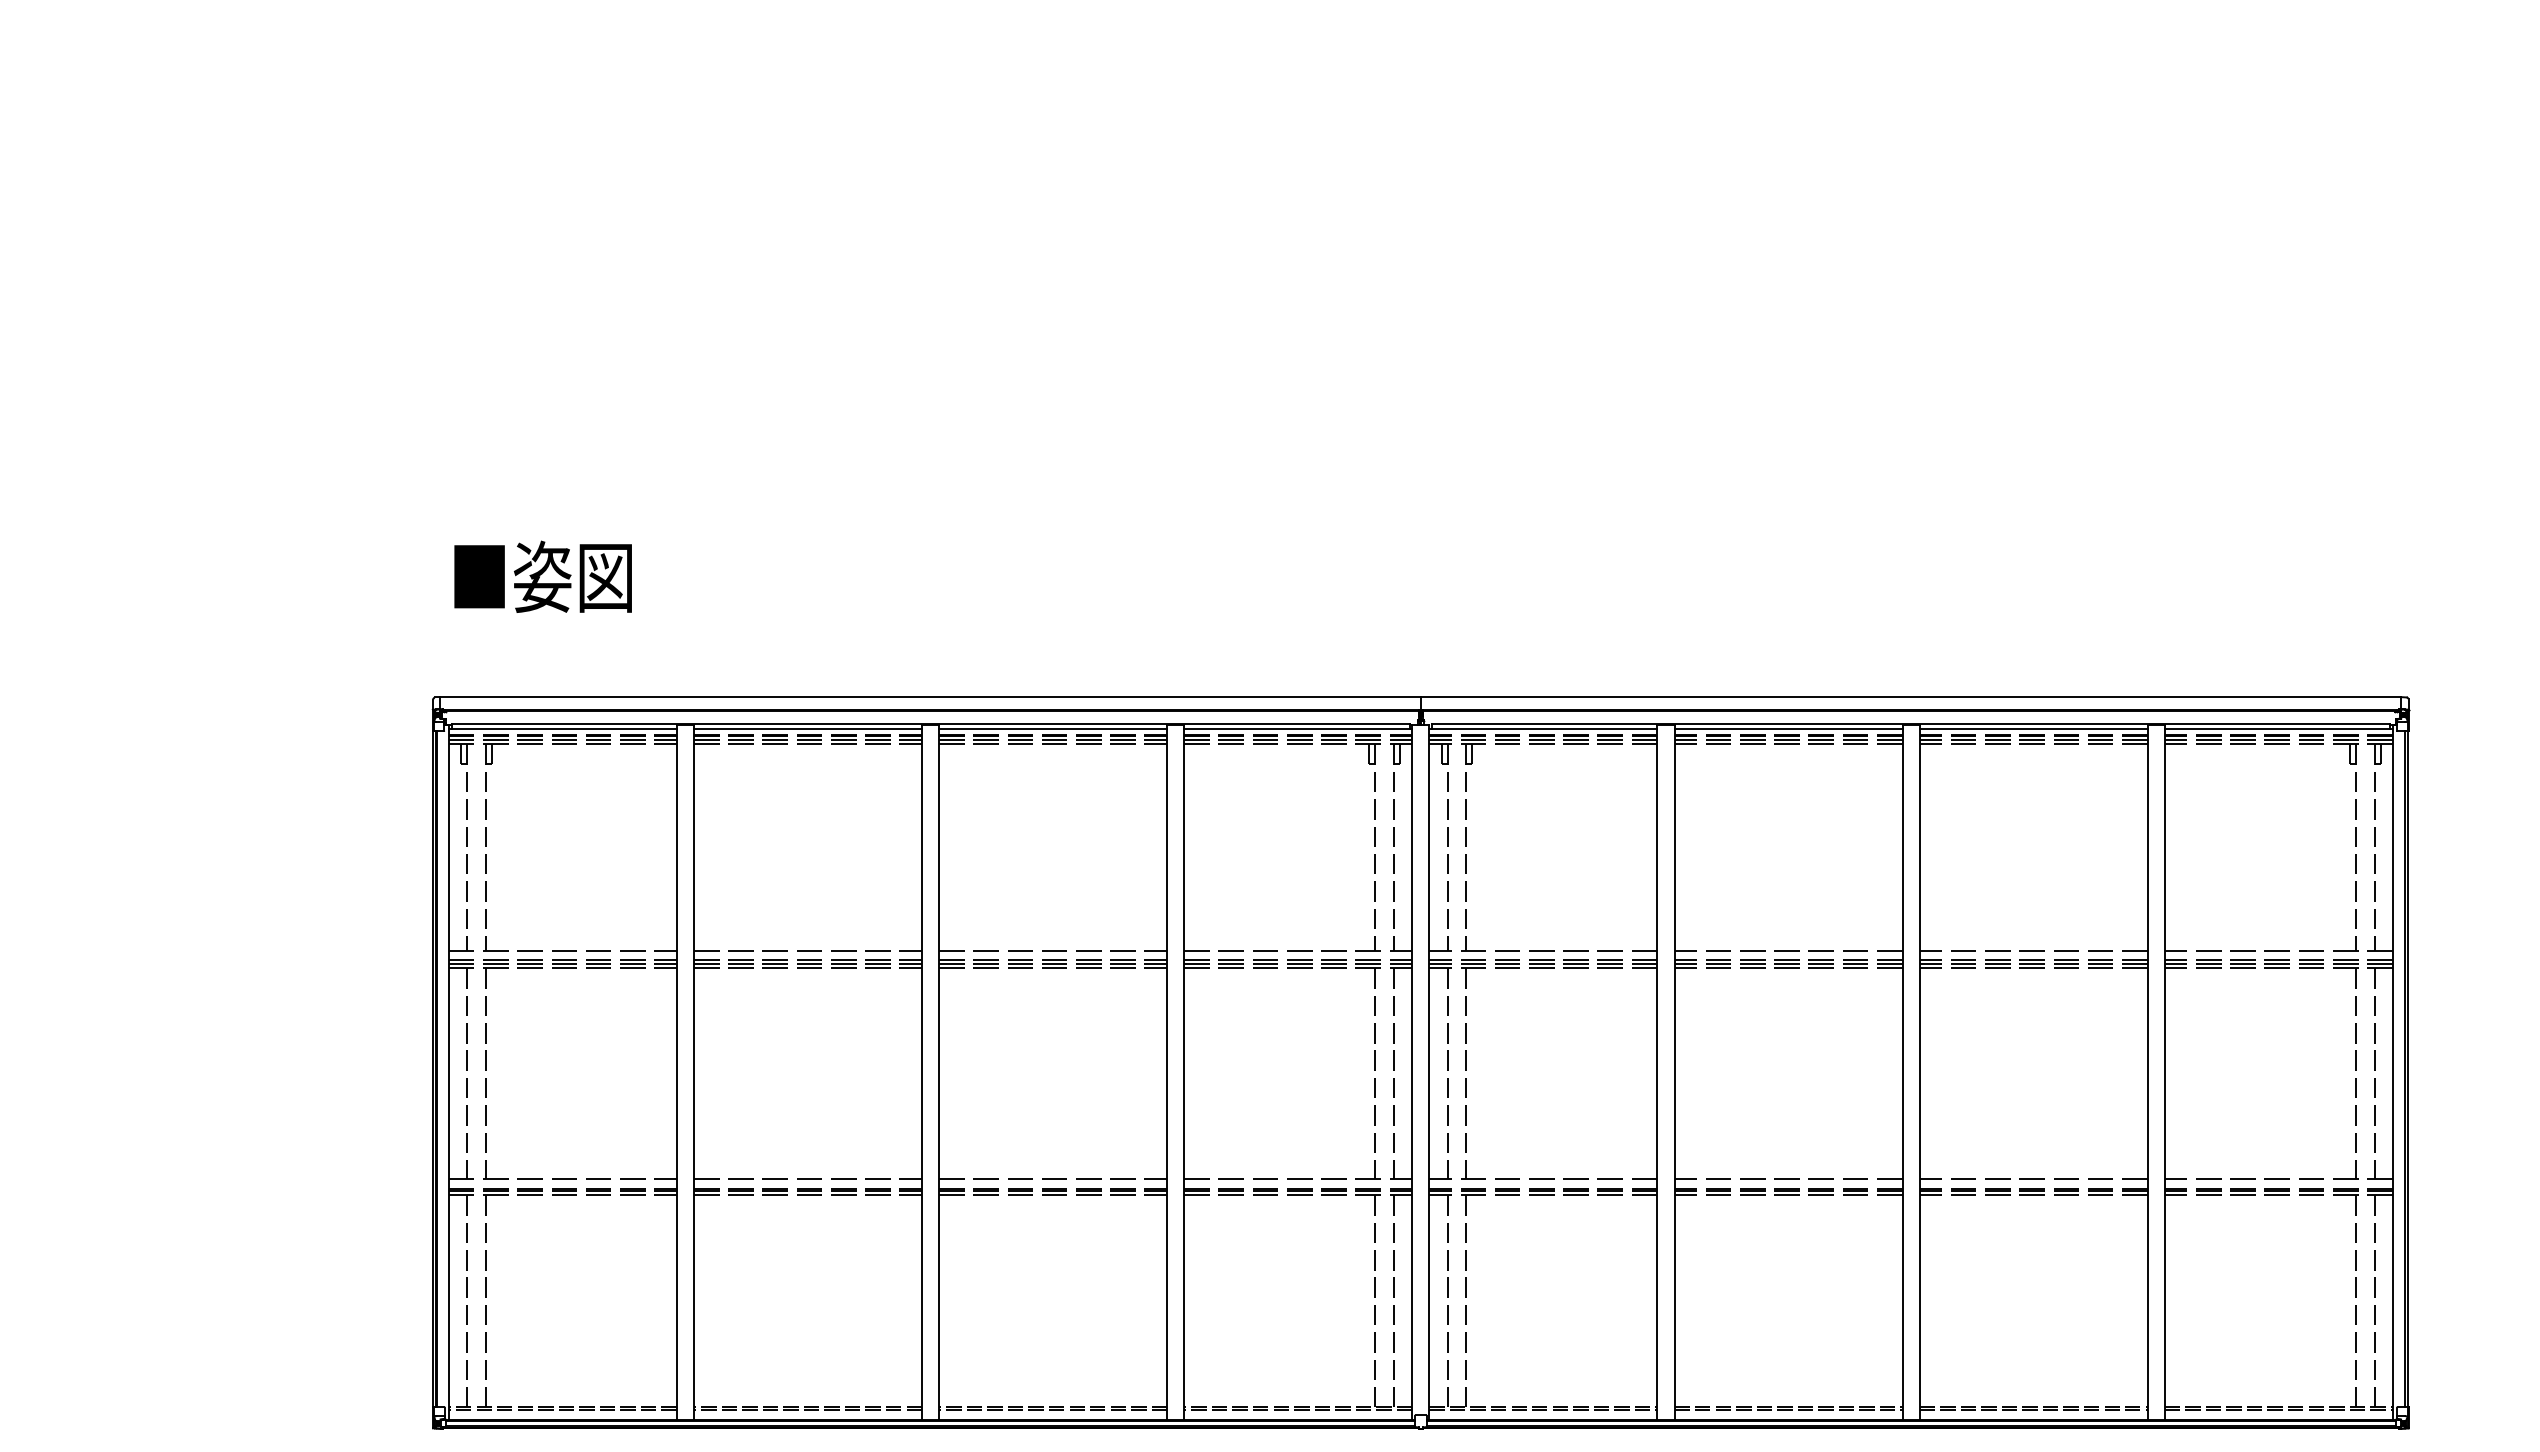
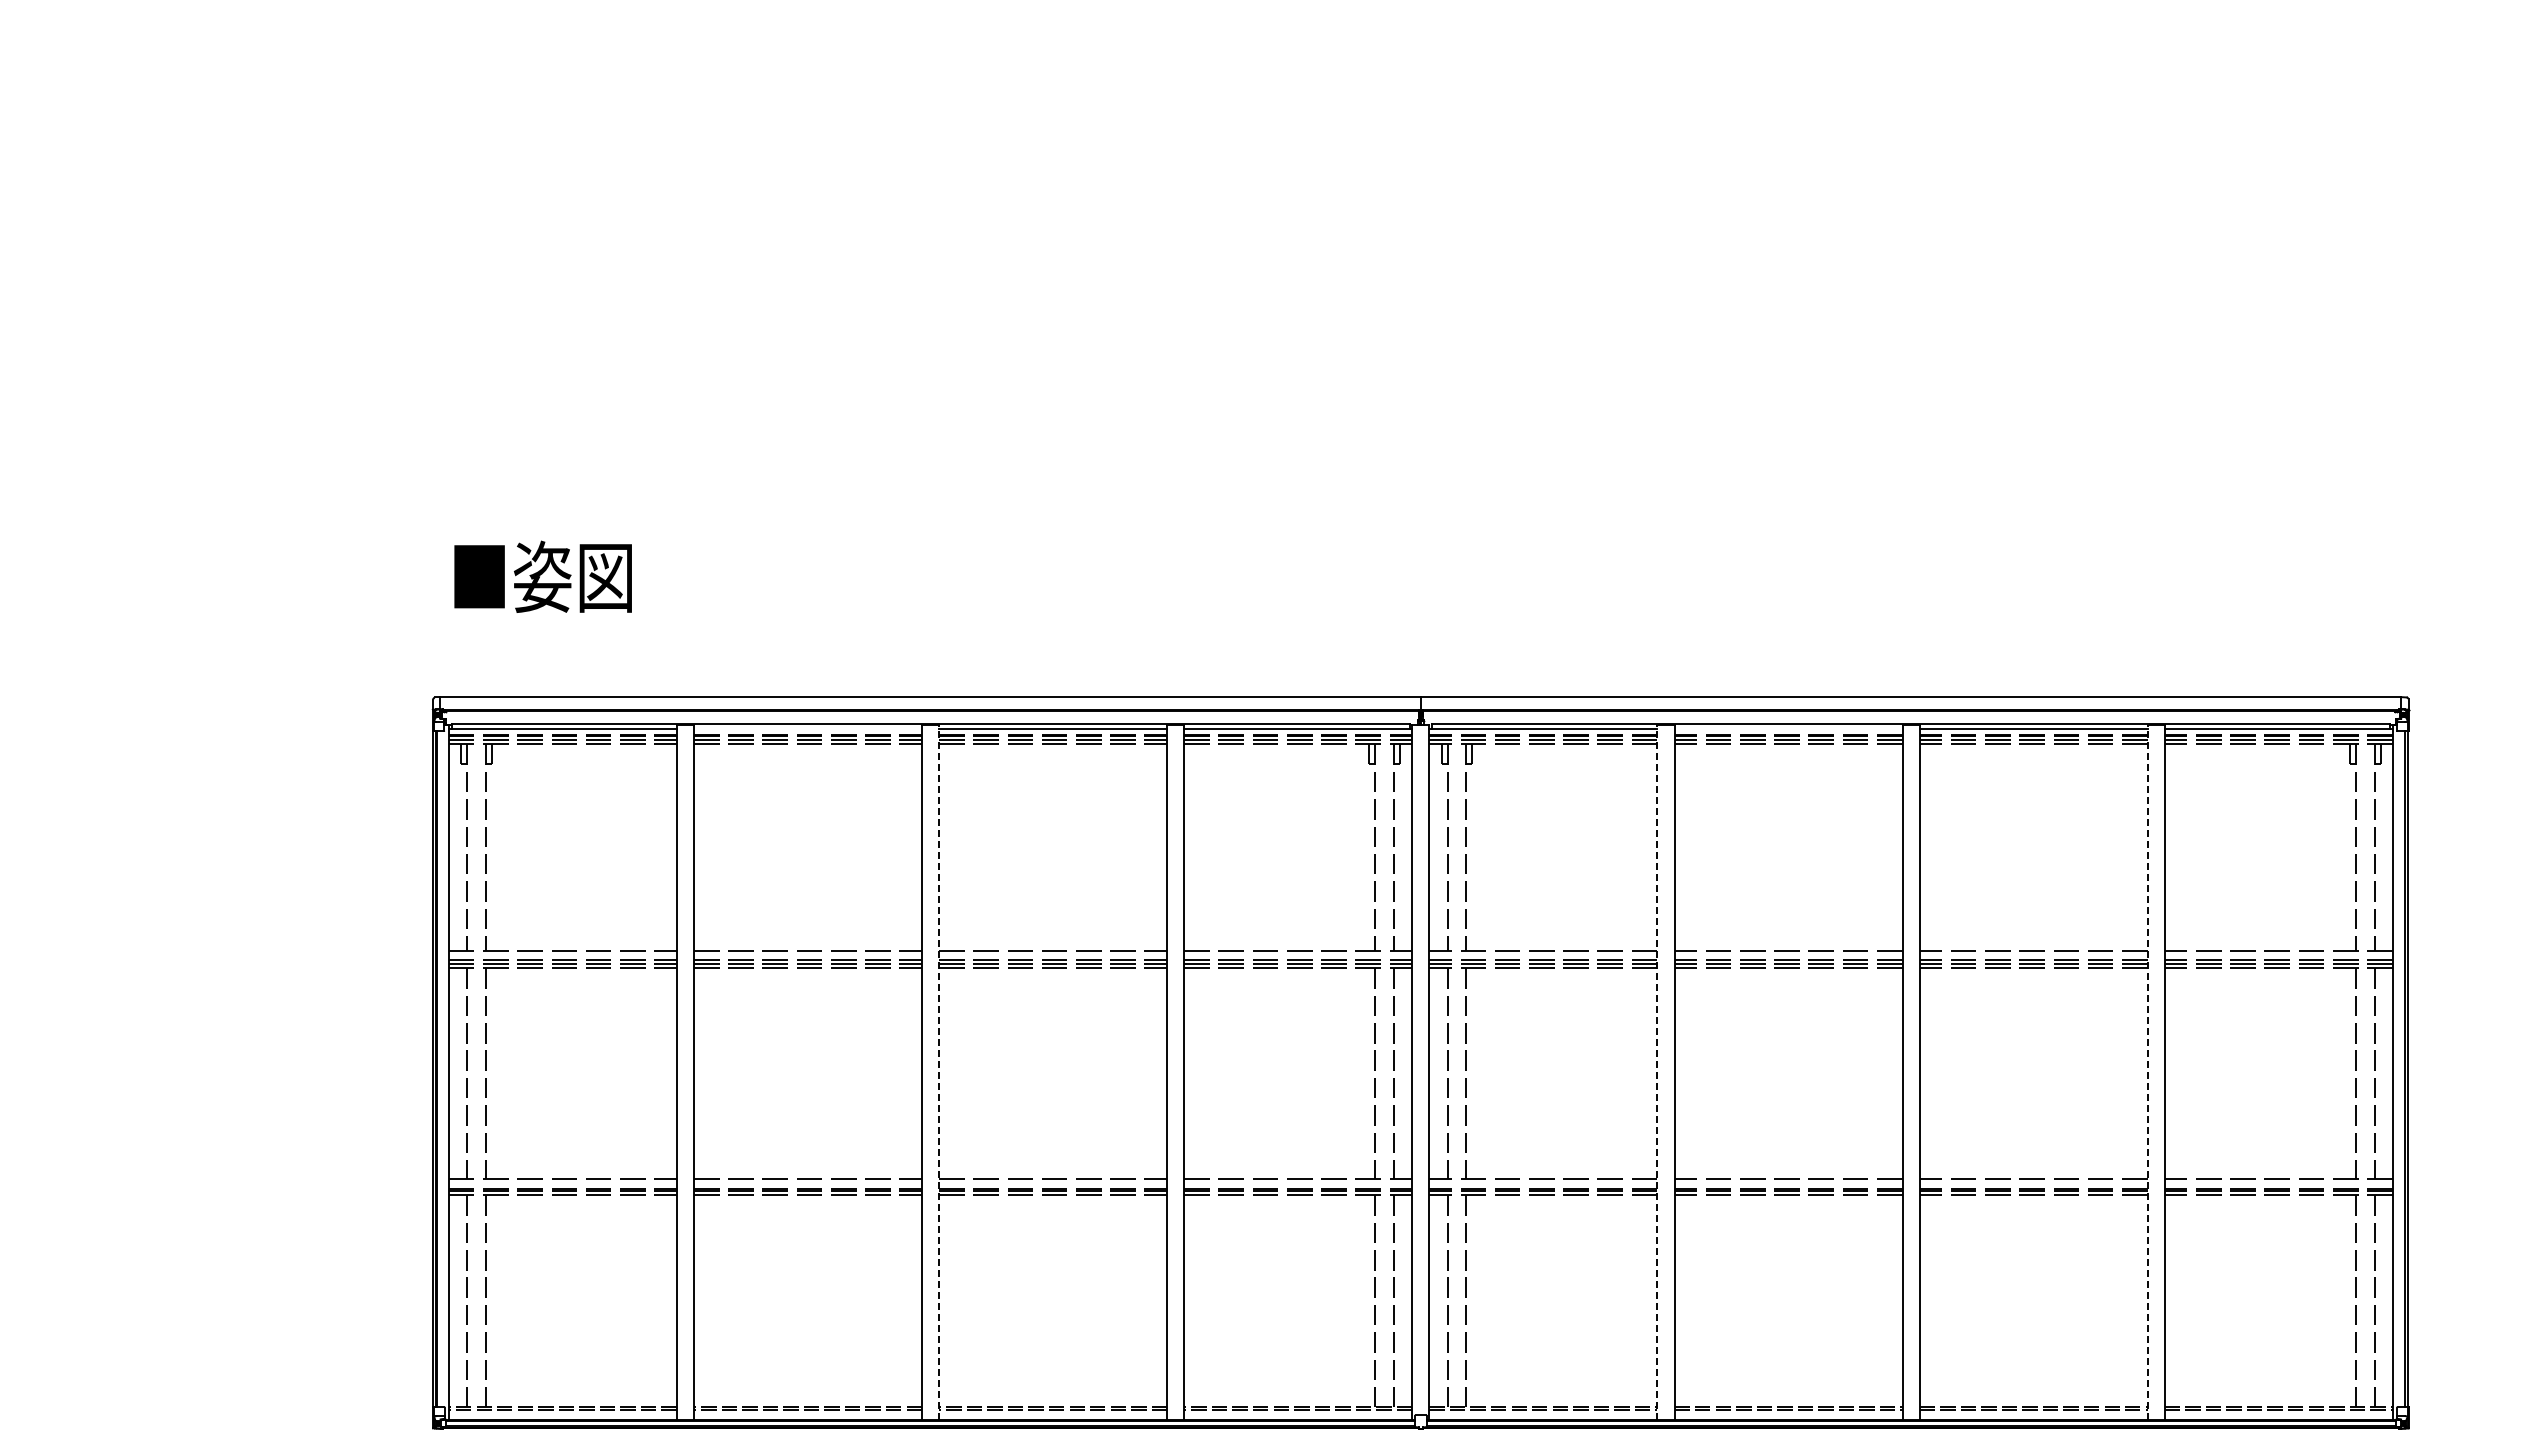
line at (807, 728): present -> none
line at (1788, 728): present -> none
line at (939, 1071): solid -> dashed
line at (1657, 1071): solid -> dashed
line at (2147, 1071): solid -> dashed
